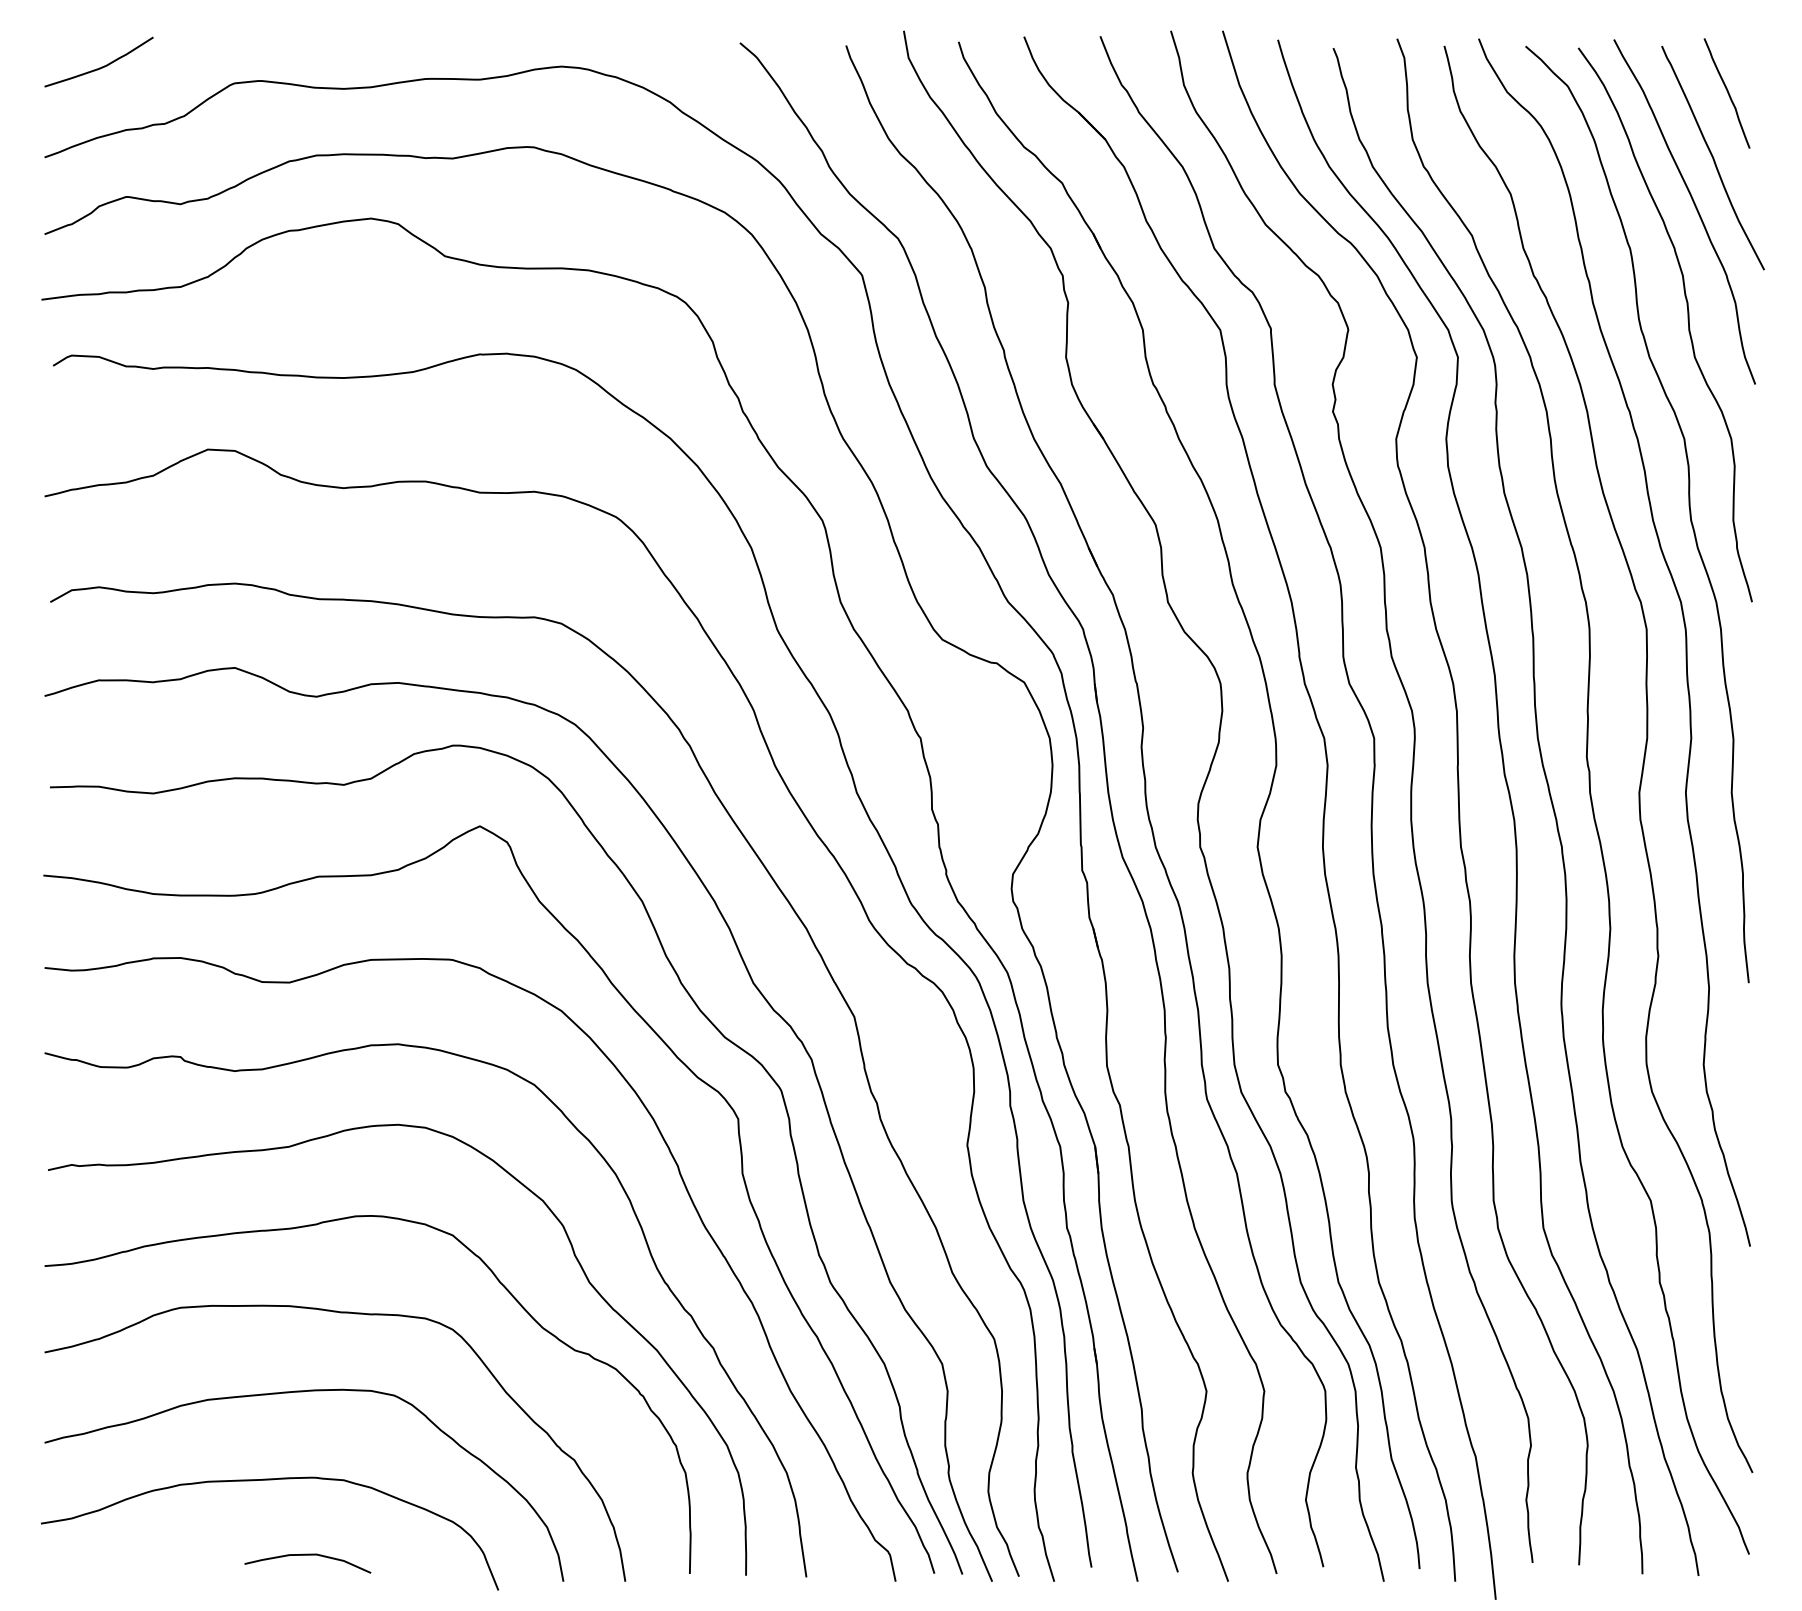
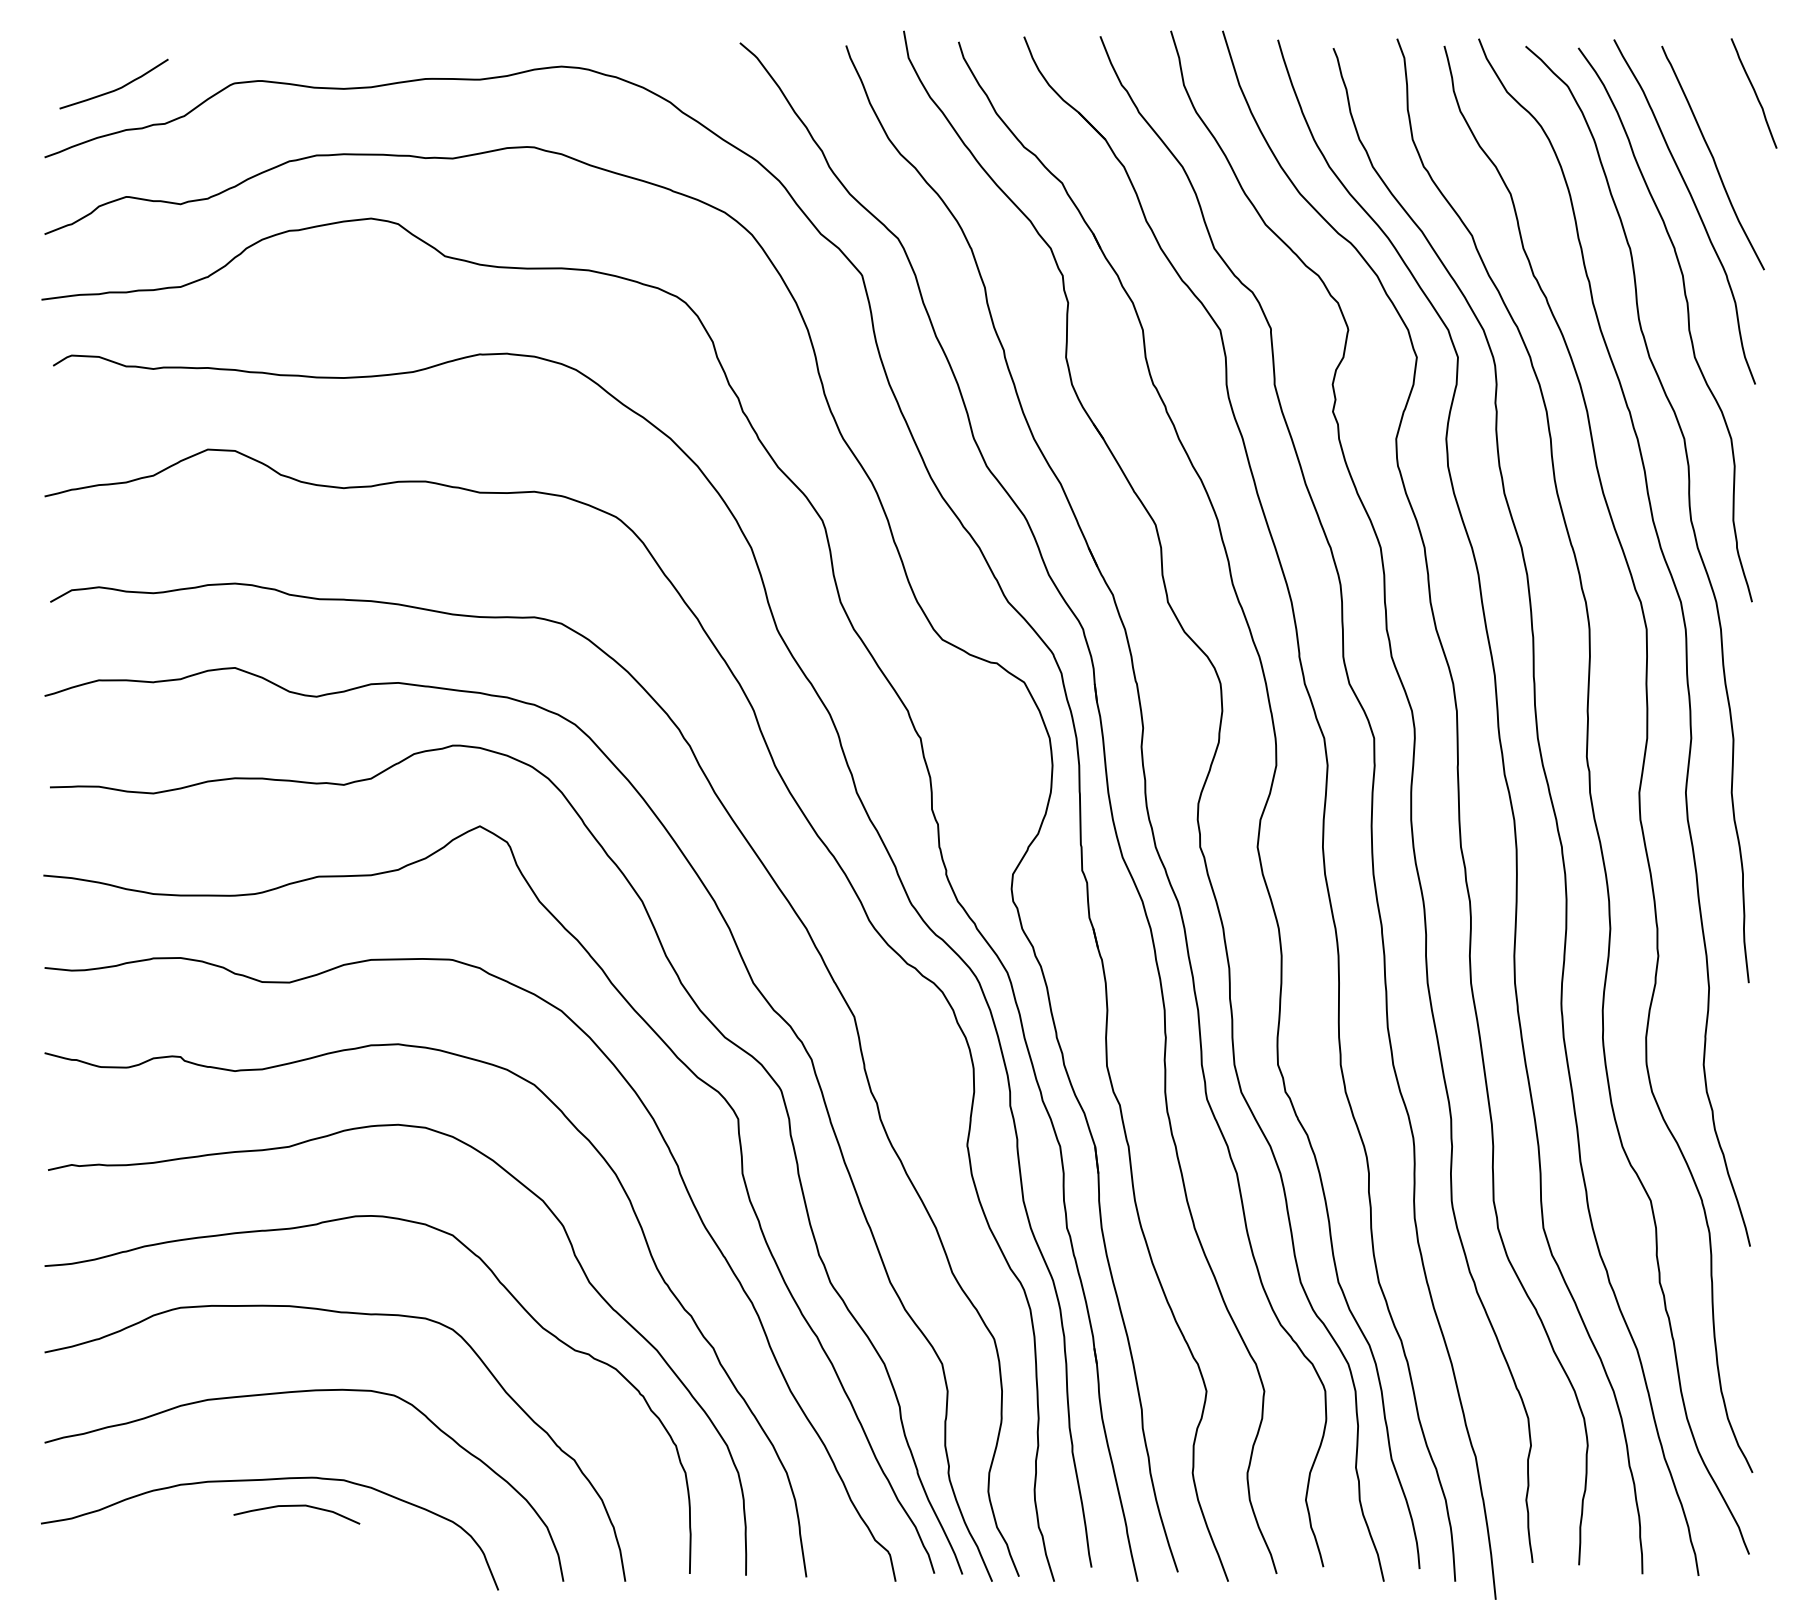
curve at (101, 66) position: (101, 66) -> (116, 88)
curve at (1727, 93) position: (1727, 93) -> (1754, 93)
curve at (307, 1555) position: (307, 1555) -> (296, 1506)
